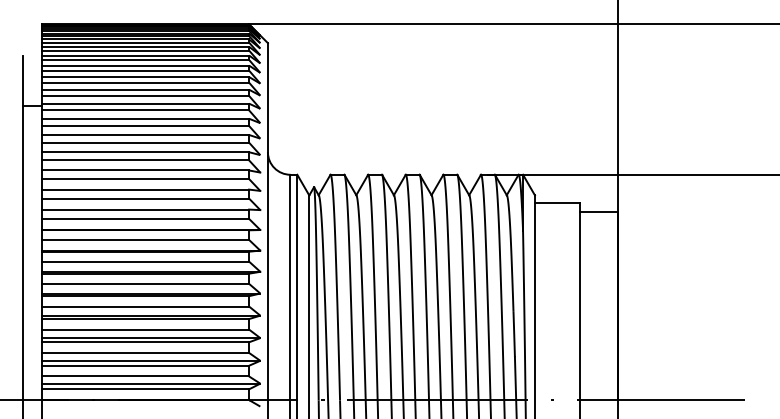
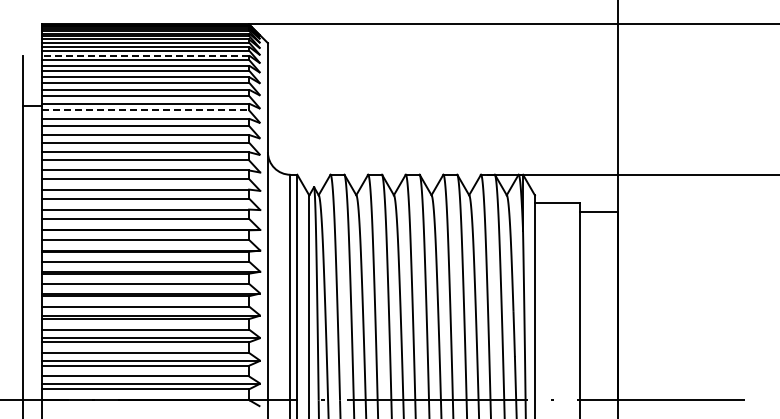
line at (145, 55): solid -> dashed
line at (146, 110): solid -> dashed
